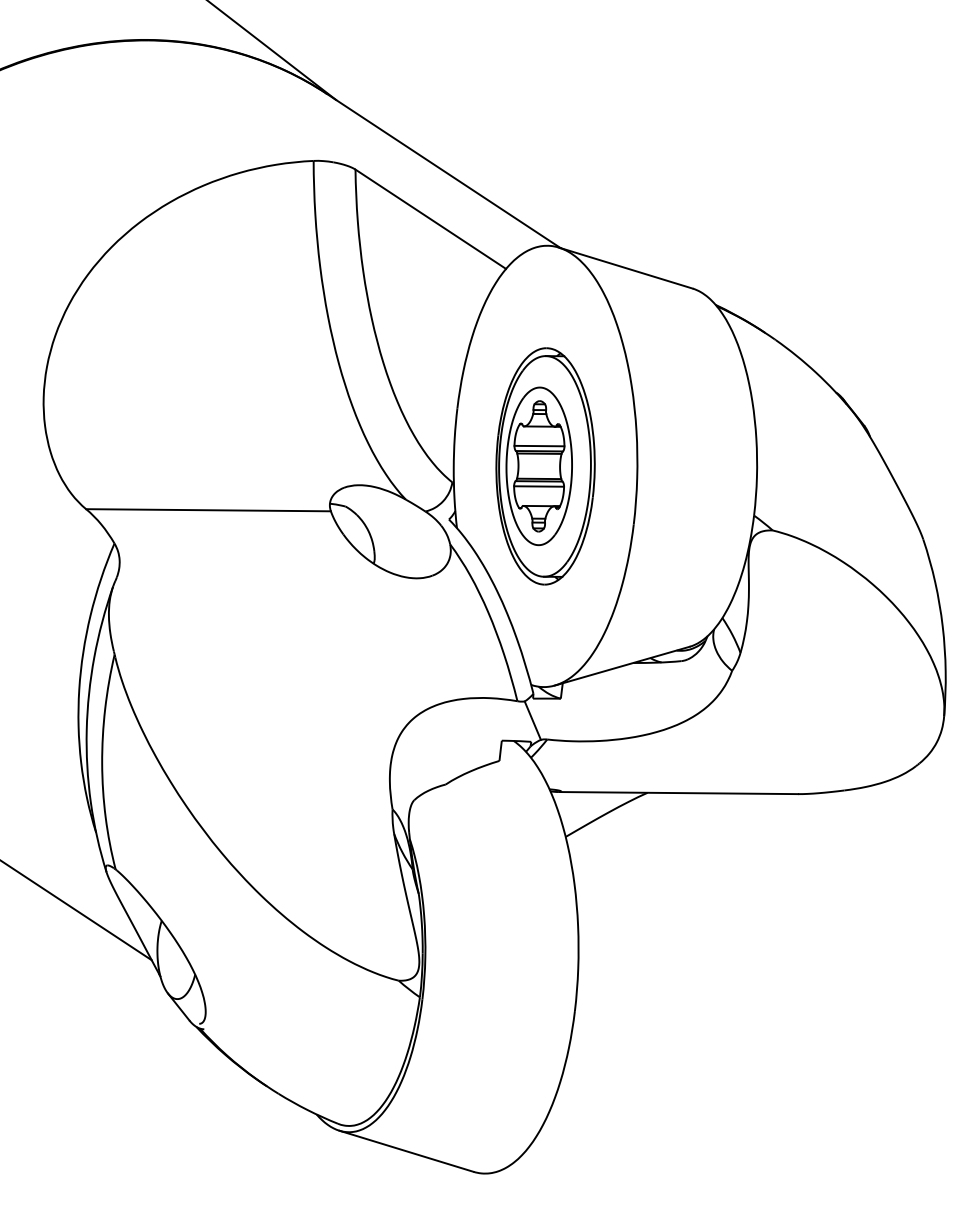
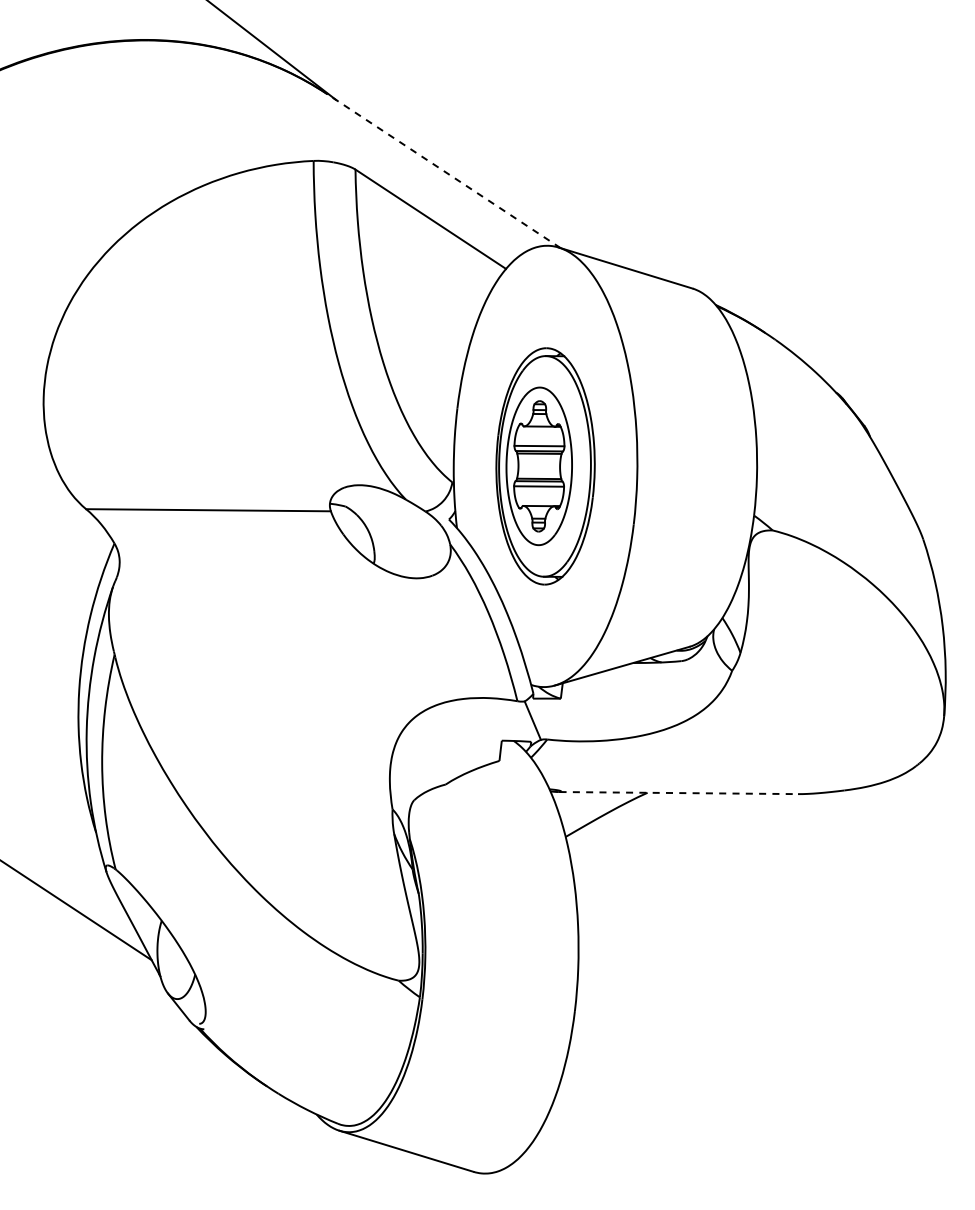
line at (443, 170): solid -> dashed
line at (679, 793): solid -> dashed
